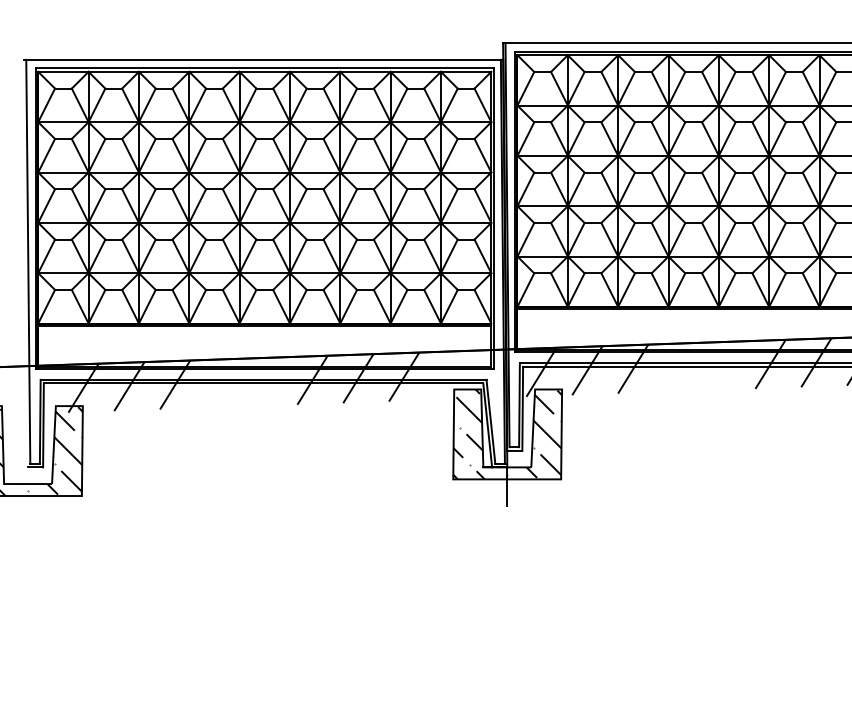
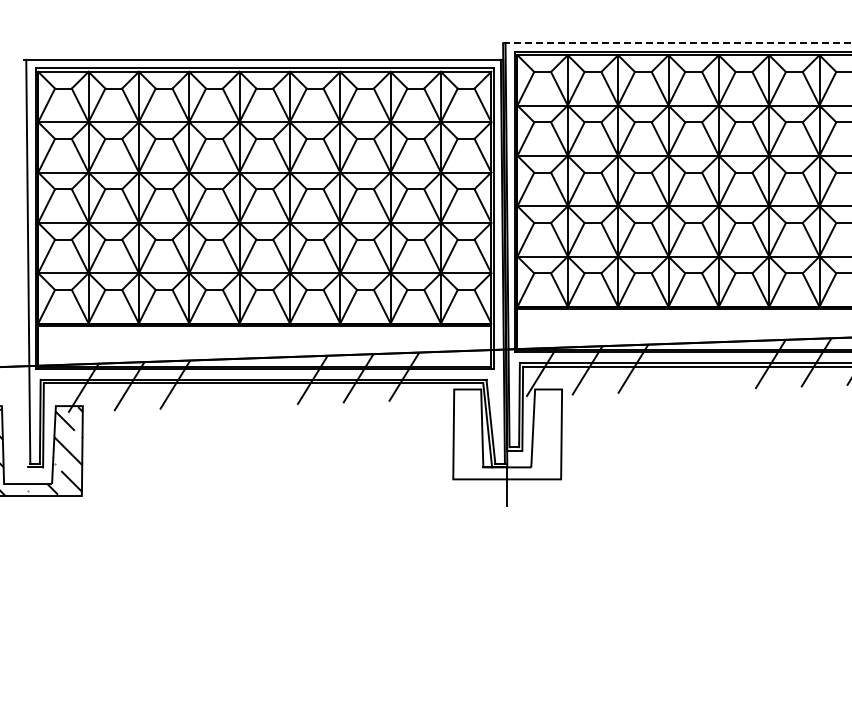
line at (676, 43): solid -> dashed
hatch at (507, 434): present -> none
